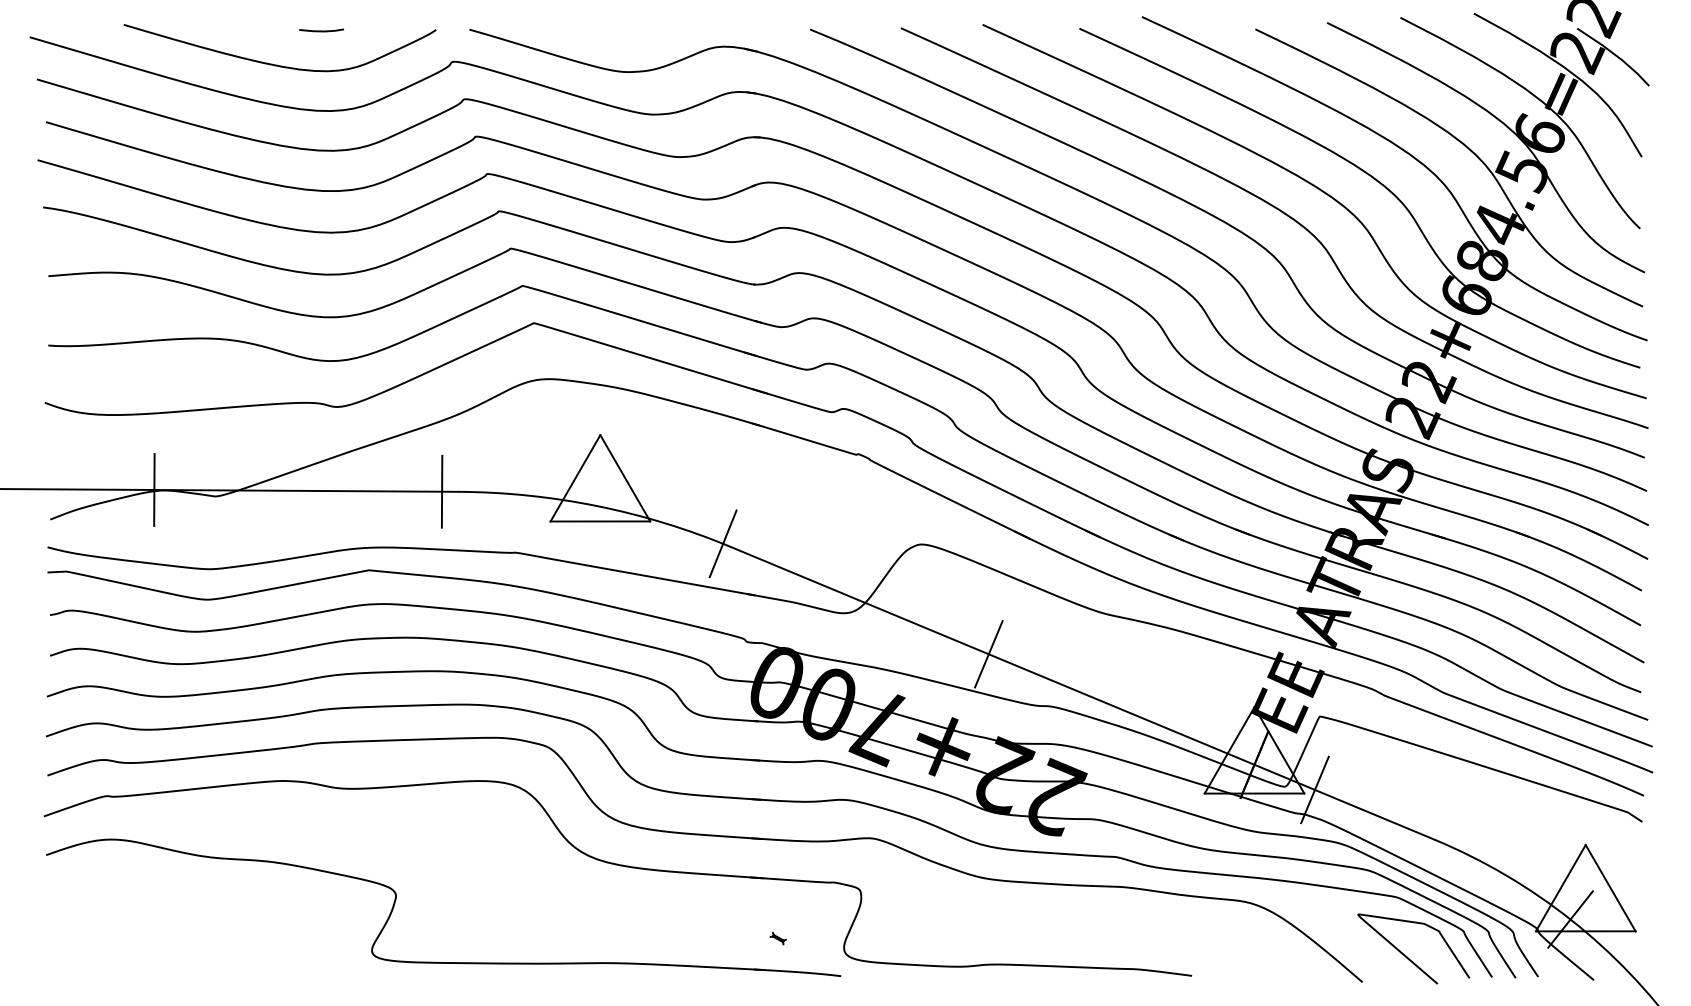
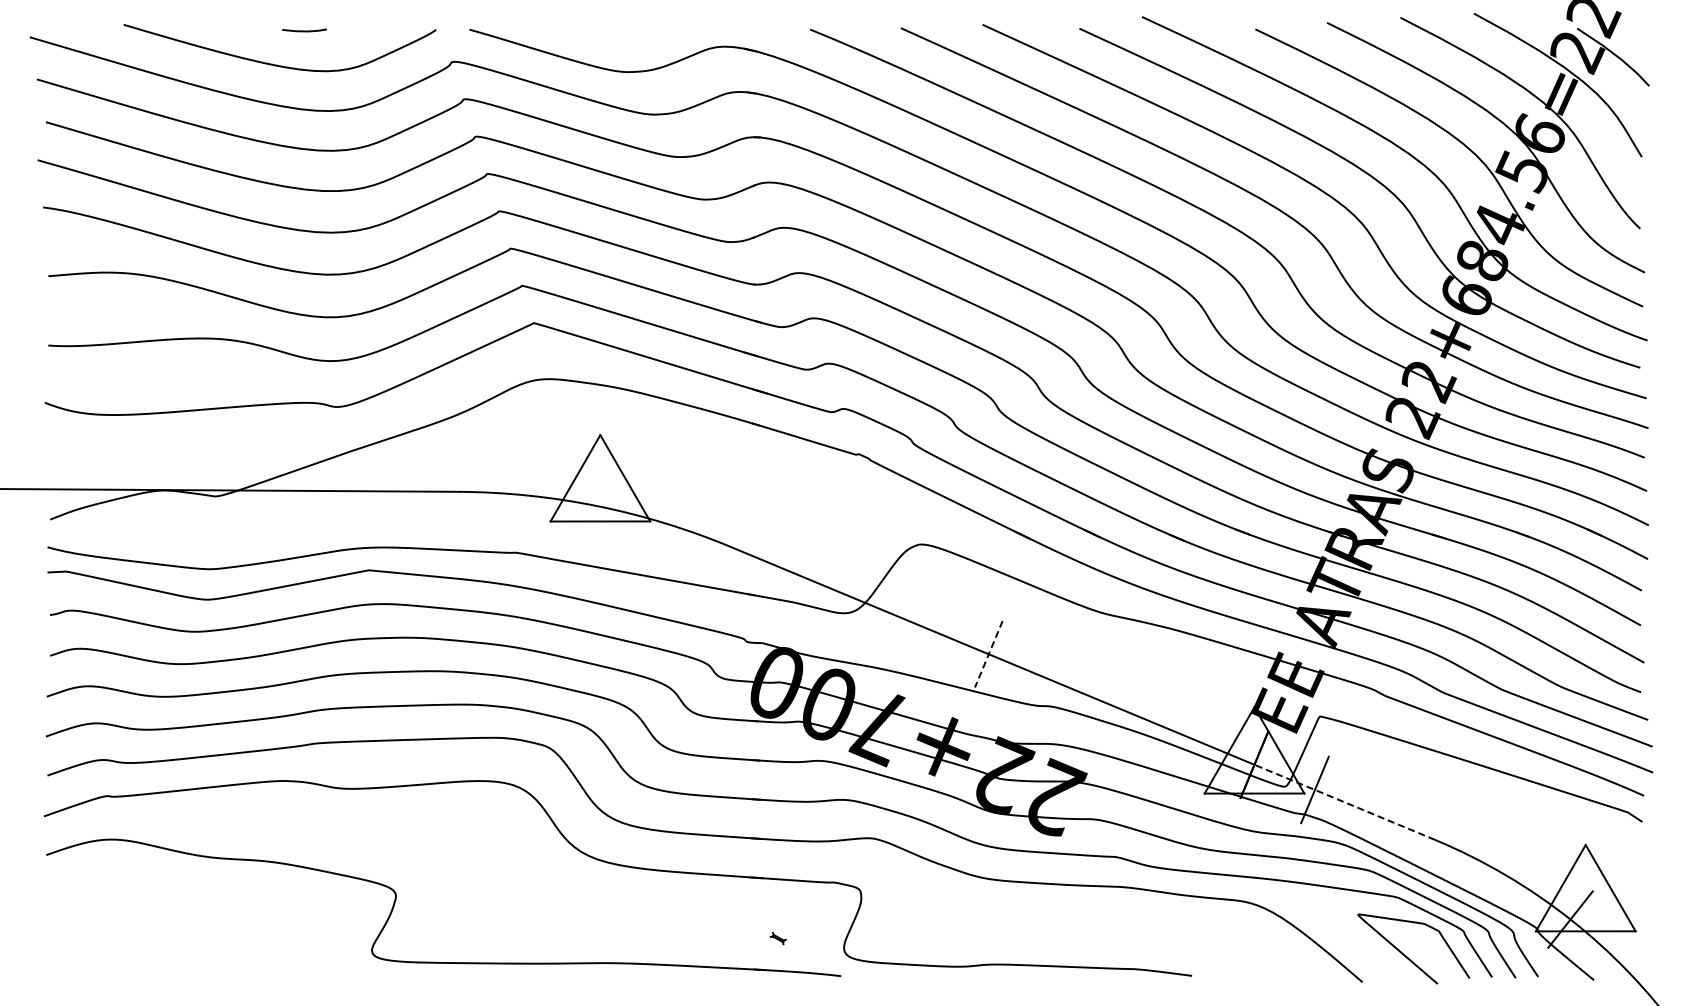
line at (321, 30) position: (321, 30) -> (304, 30)
line at (154, 489): present -> none
line at (441, 491): present -> none
line at (722, 543): present -> none
line at (988, 654): solid -> dashed
line at (1344, 802): solid -> dashed
